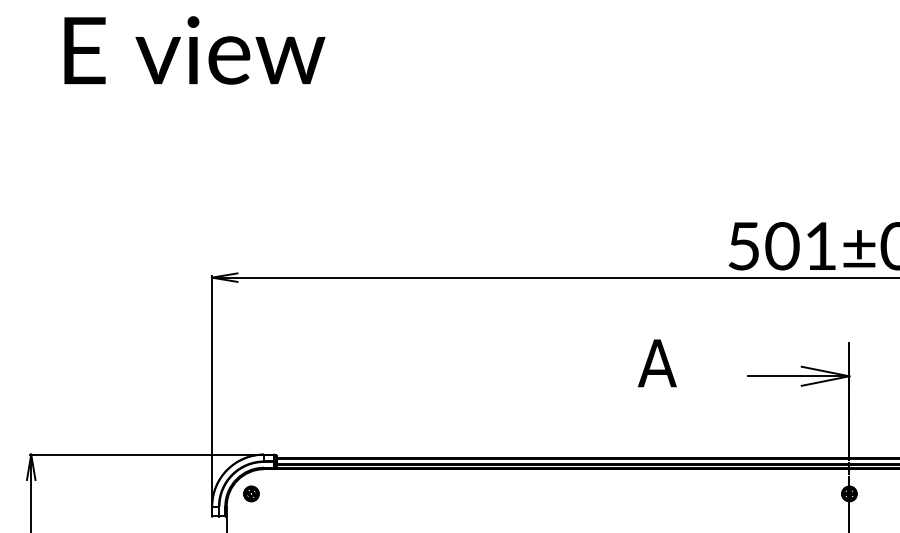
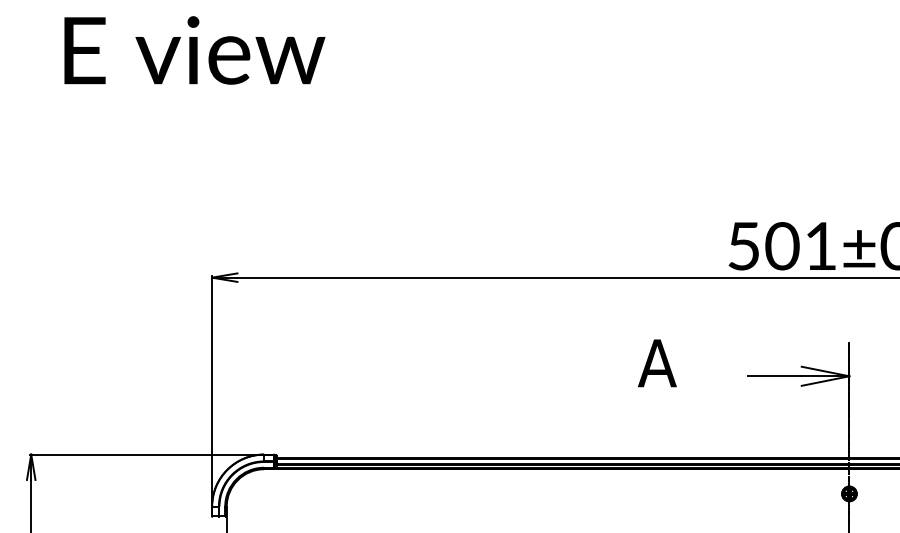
part at (251, 493): present -> none
